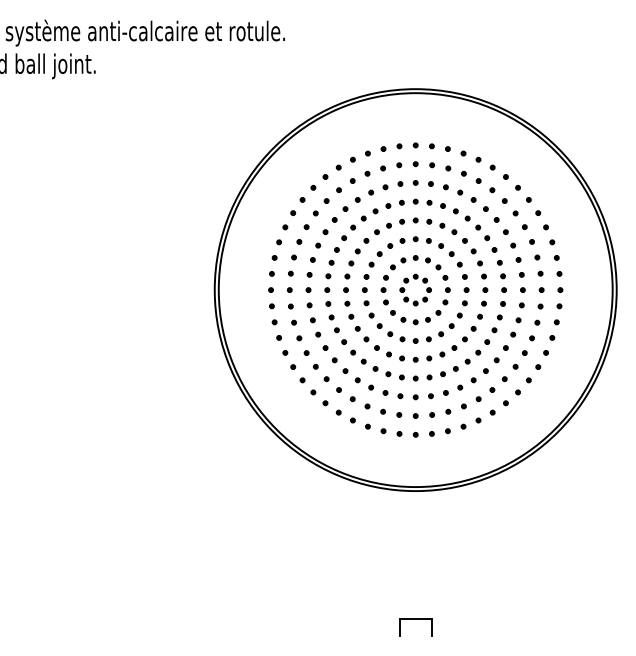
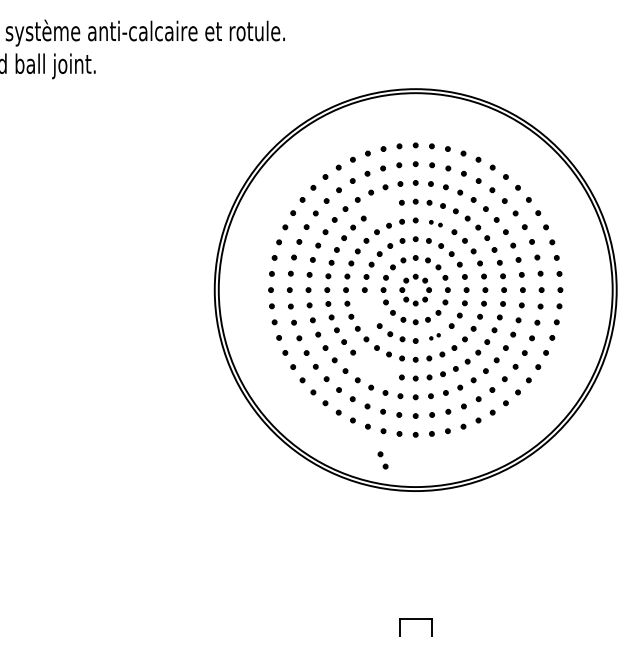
part at (381, 208): present -> none
part at (435, 223) size: 20x11 px -> 14x8 px
part at (368, 309) position: (368, 309) -> (382, 460)
part at (434, 336) size: 18x12 px -> 12x8 px
part at (375, 367): present -> none
